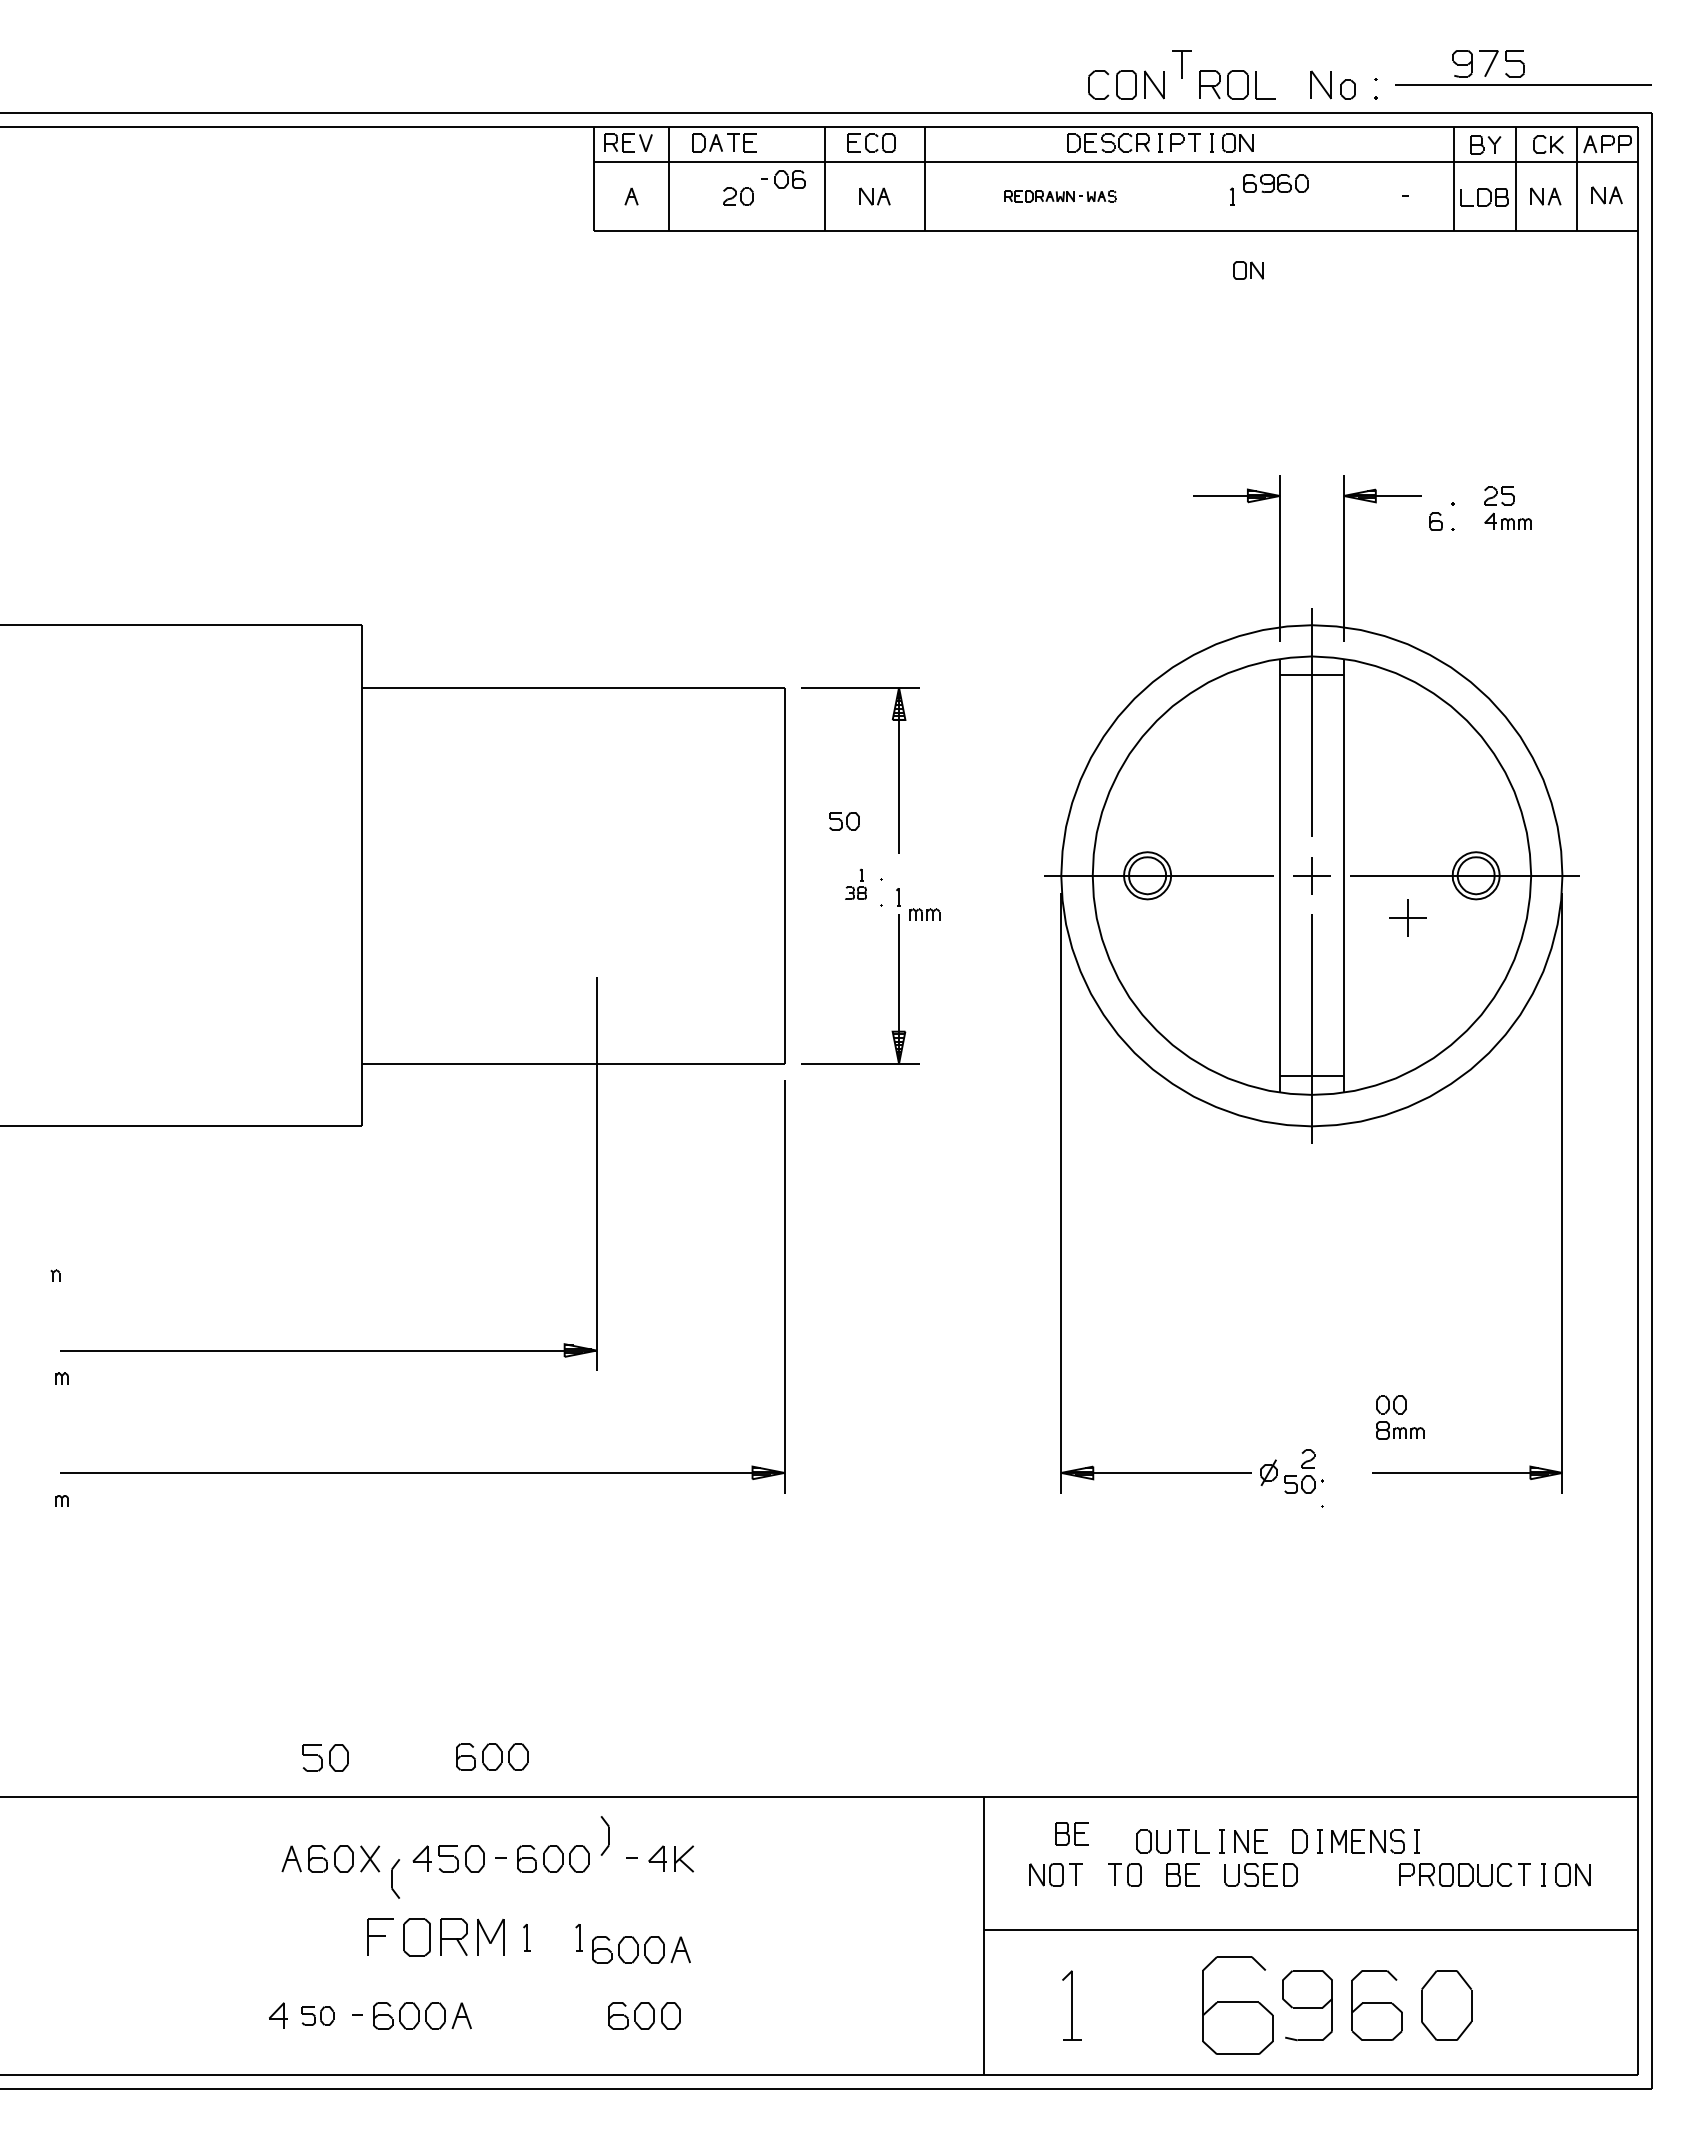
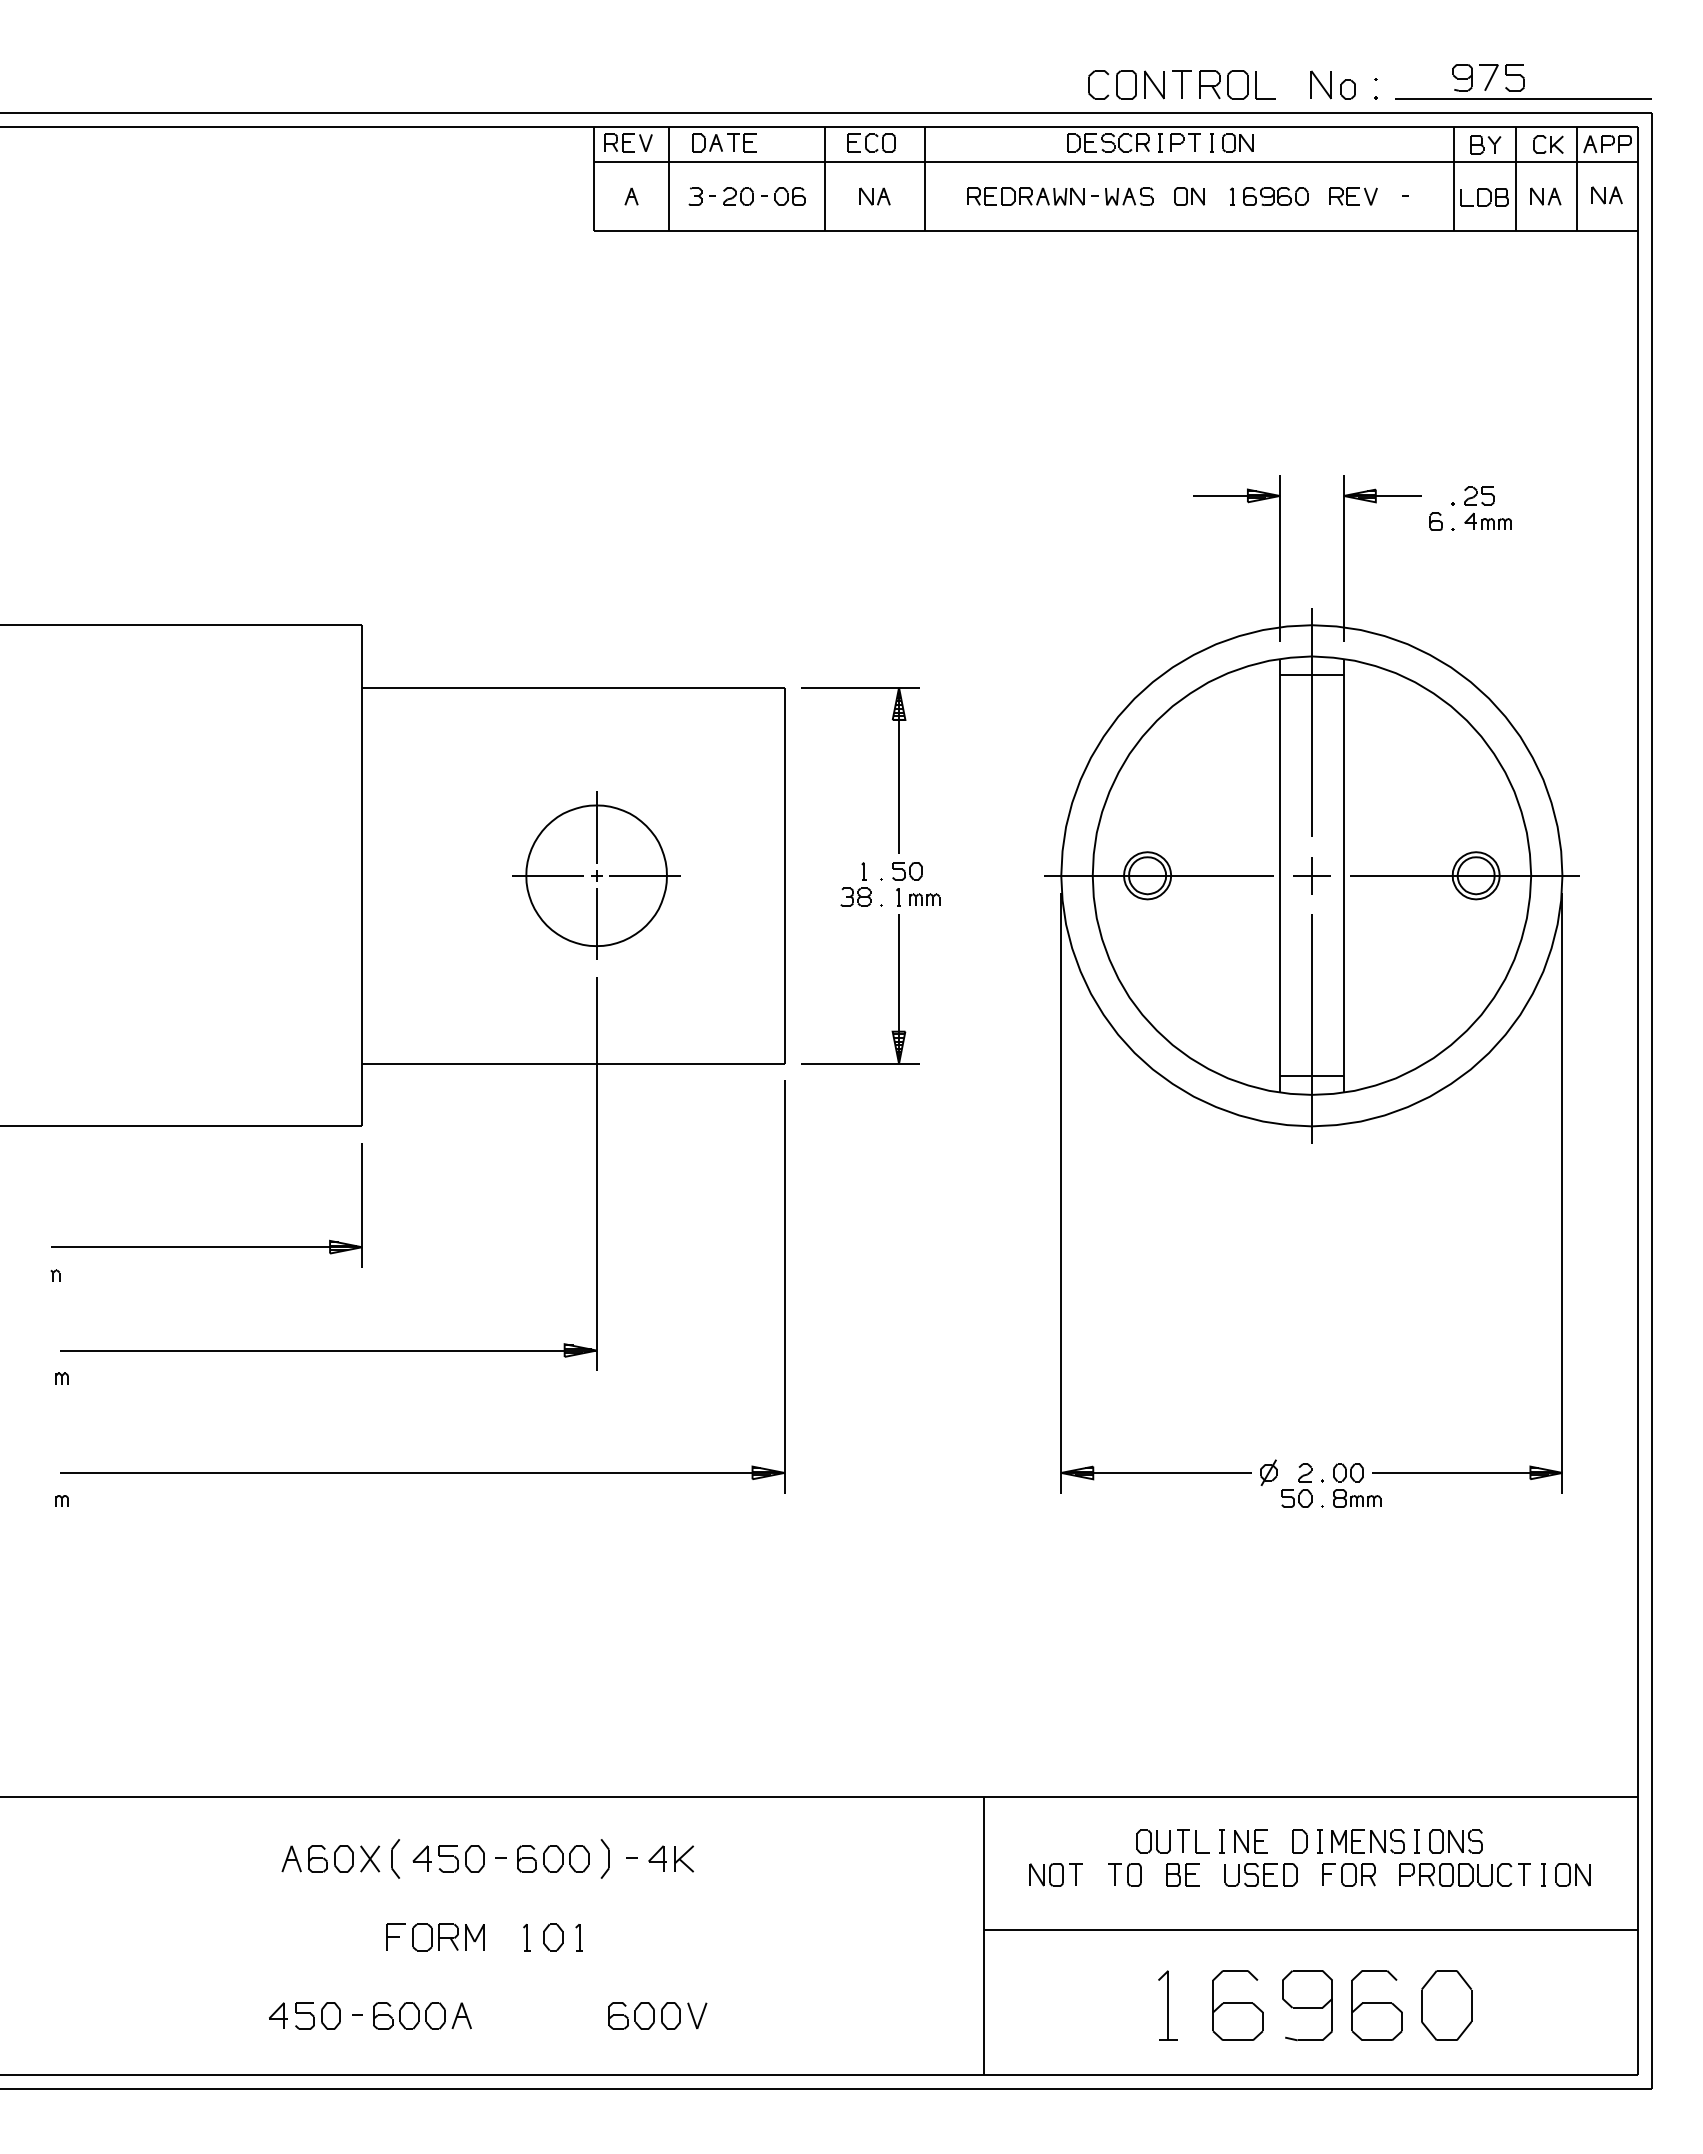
part at (1181, 64) position: (1181, 64) -> (1181, 84)
part at (1523, 67) position: (1523, 67) -> (1523, 81)
part at (783, 179) position: (783, 179) -> (783, 196)
part at (1275, 183) position: (1275, 183) -> (1275, 196)
part at (701, 196): none -> present
part at (1060, 196) size: 113x13 px -> 187x19 px
part at (1353, 196): none -> present
part at (1248, 270) position: (1248, 270) -> (1189, 196)
part at (1507, 507) position: (1507, 507) -> (1487, 507)
part at (844, 821) position: (844, 821) -> (907, 871)
part at (596, 875): none -> present
part at (855, 883) size: 22x32 px -> 32x45 px
part at (924, 914) position: (924, 914) -> (924, 899)
part at (1407, 917): present -> none
part at (206, 1246): none -> present
part at (1400, 1417) position: (1400, 1417) -> (1357, 1485)
part at (1299, 1471) position: (1299, 1471) -> (1296, 1485)
part at (492, 1756): present -> none
part at (325, 1757): present -> none
part at (1071, 1833): present -> none
part at (604, 1835) position: (604, 1835) -> (604, 1858)
part at (1455, 1841): none -> present
part at (1348, 1874): none -> present
part at (395, 1878) position: (395, 1878) -> (395, 1858)
part at (435, 1937) size: 138x39 px -> 99x29 px
part at (553, 1937): none -> present
part at (641, 1949): present -> none
part at (1071, 2005) position: (1071, 2005) -> (1167, 2005)
part at (1237, 2005) size: 72x99 px -> 52x71 px
part at (317, 2015) size: 34x20 px -> 46x28 px
part at (697, 2015): none -> present
